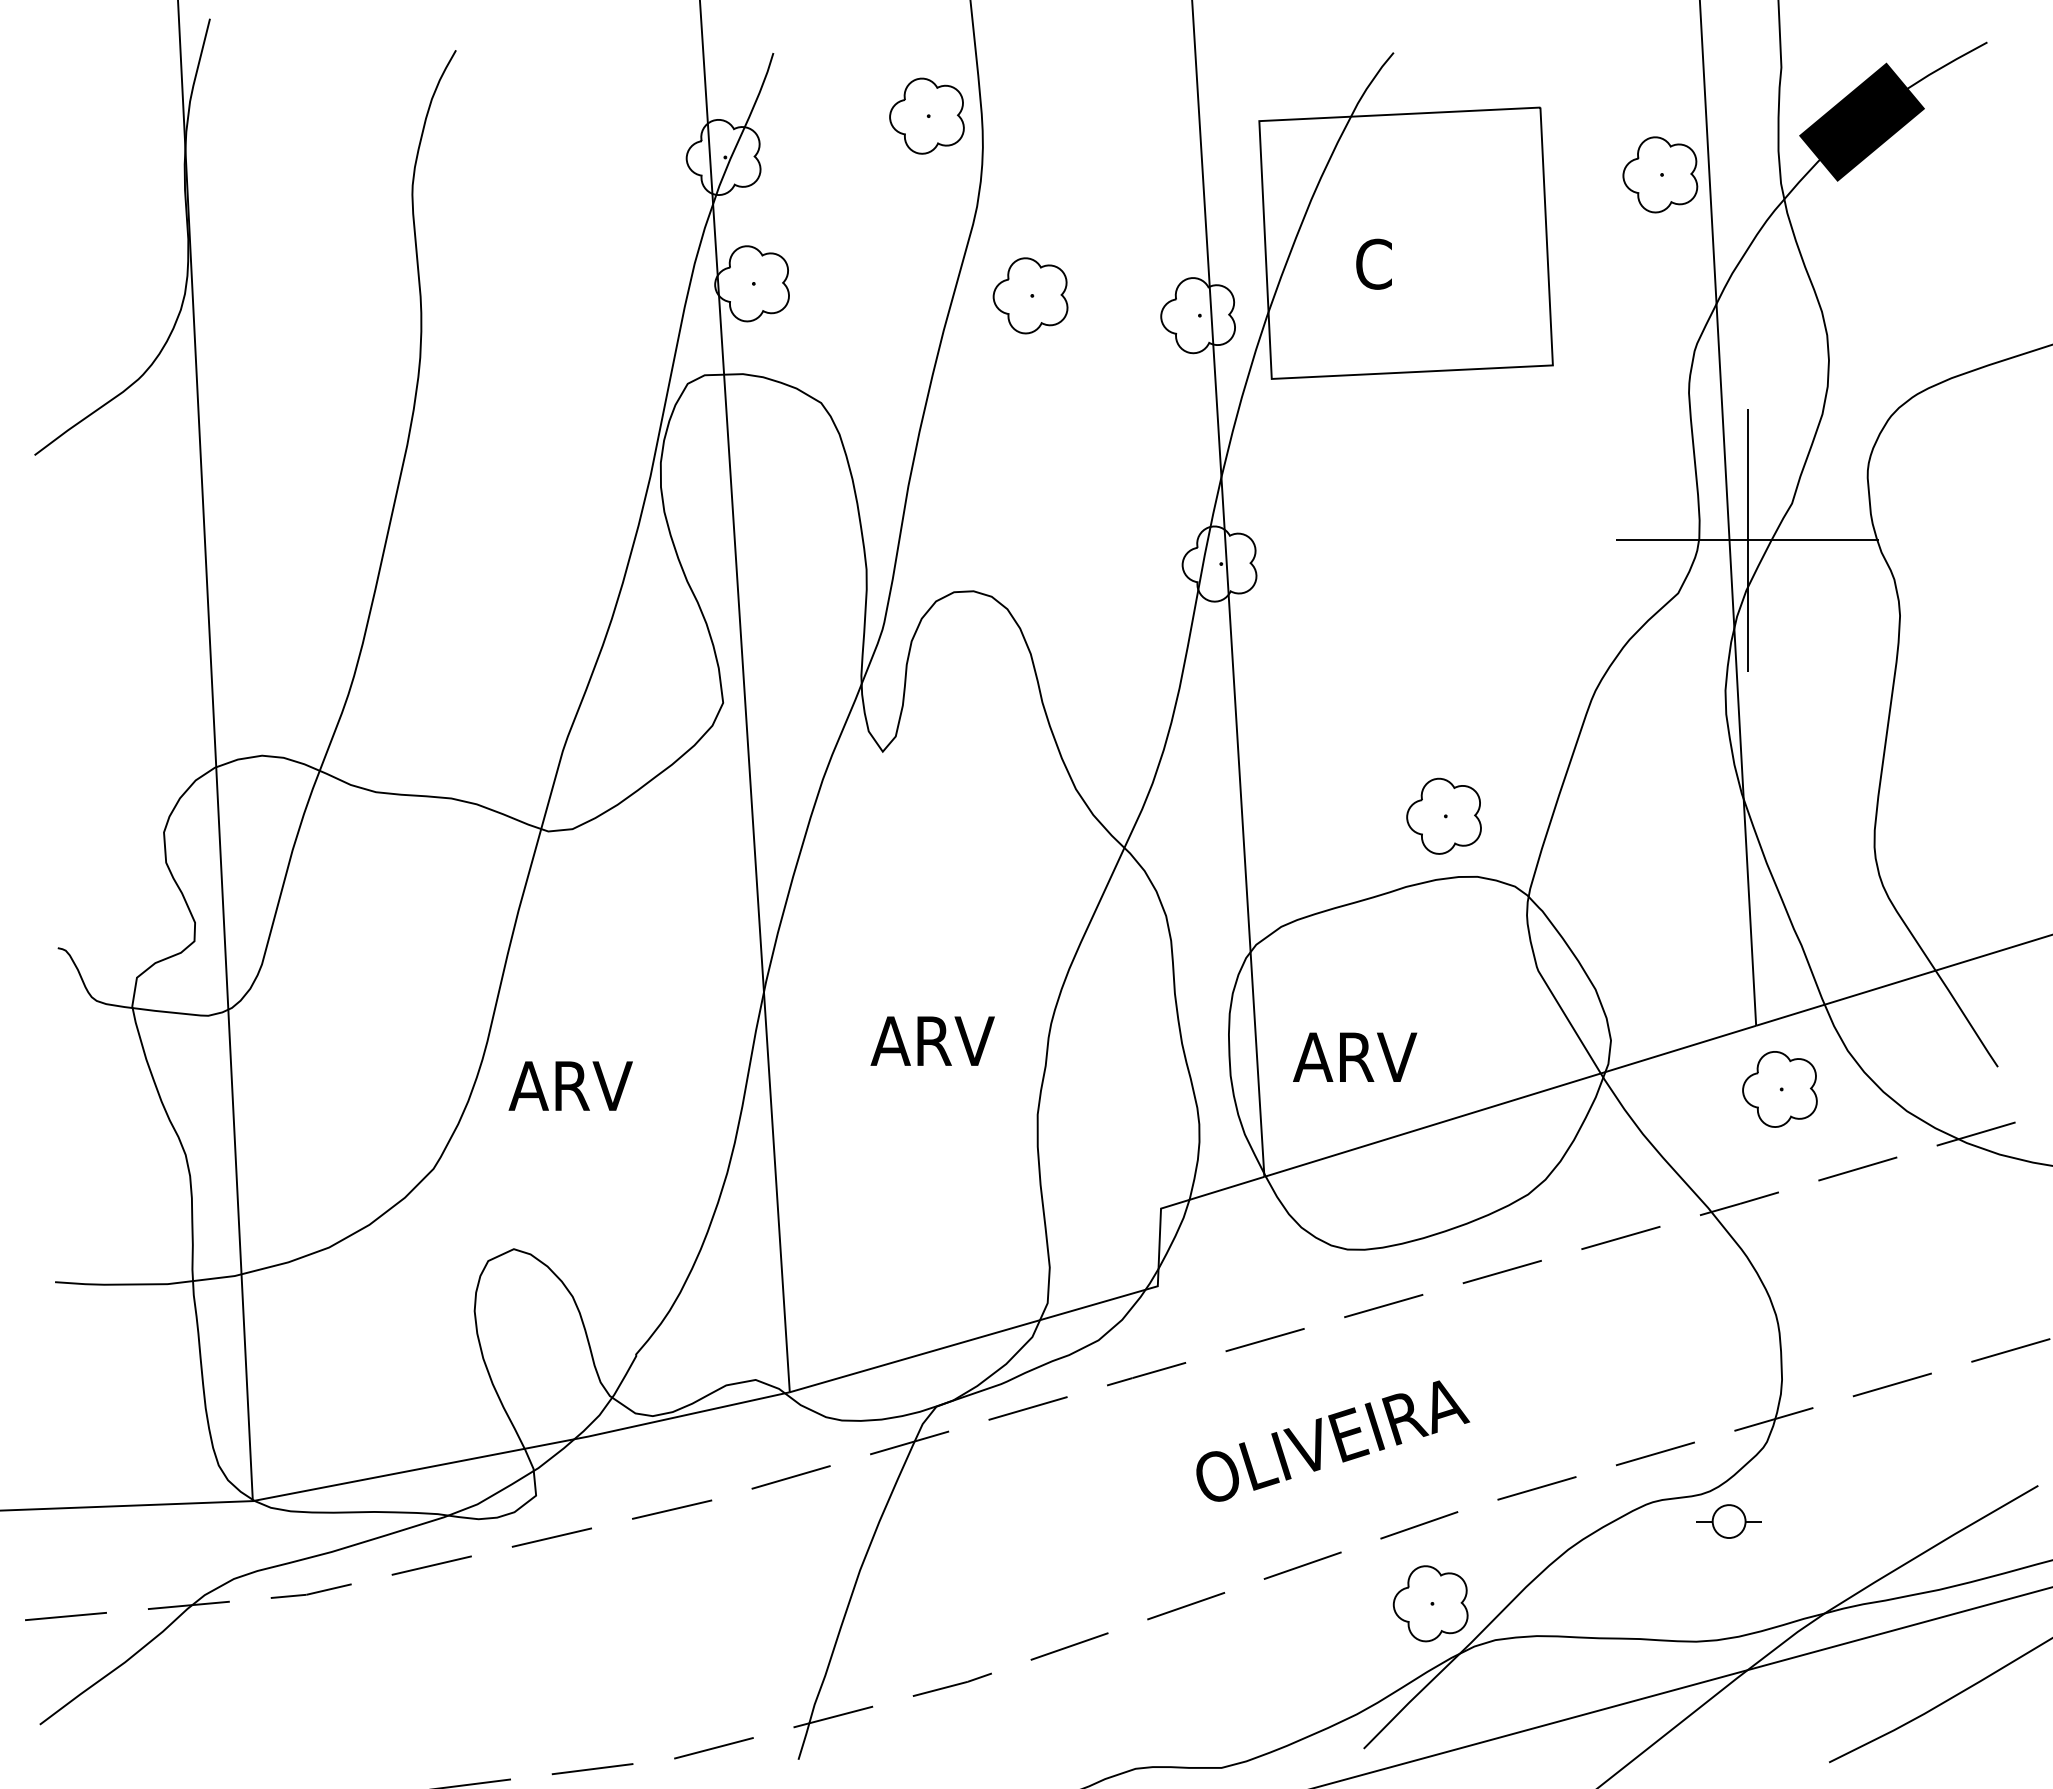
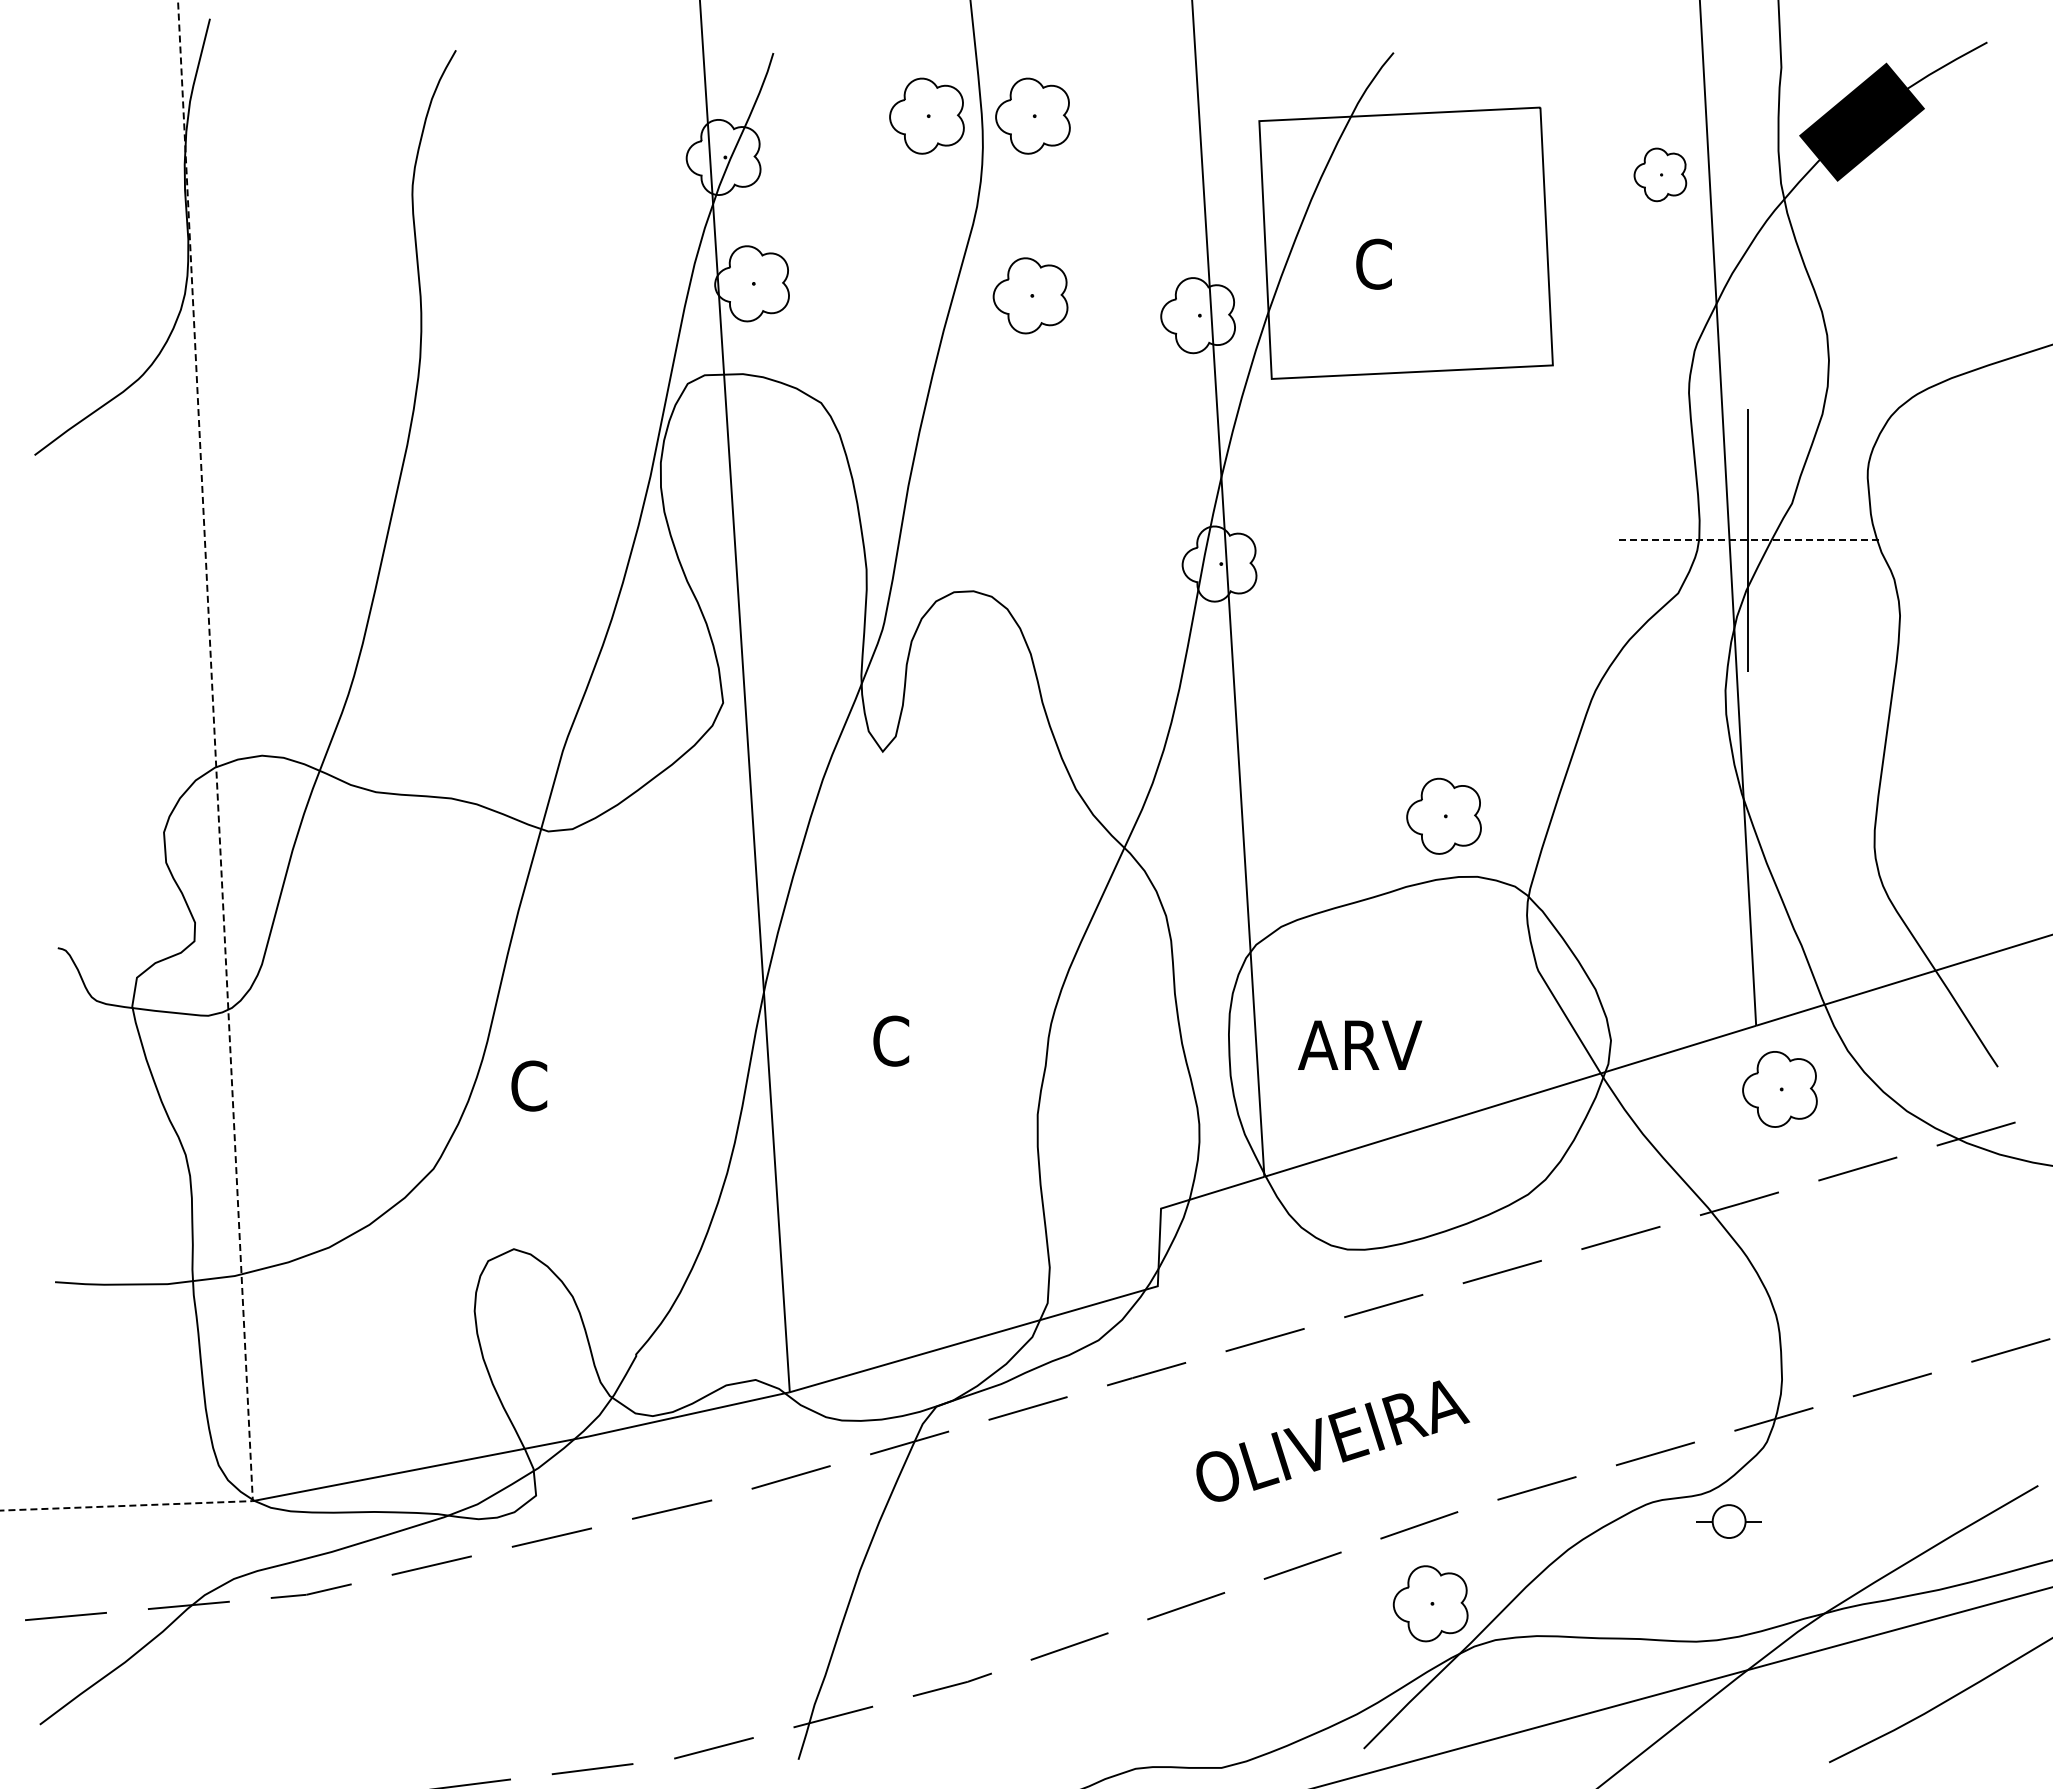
part at (1032, 115): none -> present
part at (1660, 174) size: 77x78 px -> 55x56 px
line at (1747, 540): solid -> dashed
line at (221, 876): solid -> dashed
text at (932, 1040): ARV -> C
text at (1355, 1056) position: (1355, 1056) -> (1360, 1044)
text at (570, 1085): ARV -> C
